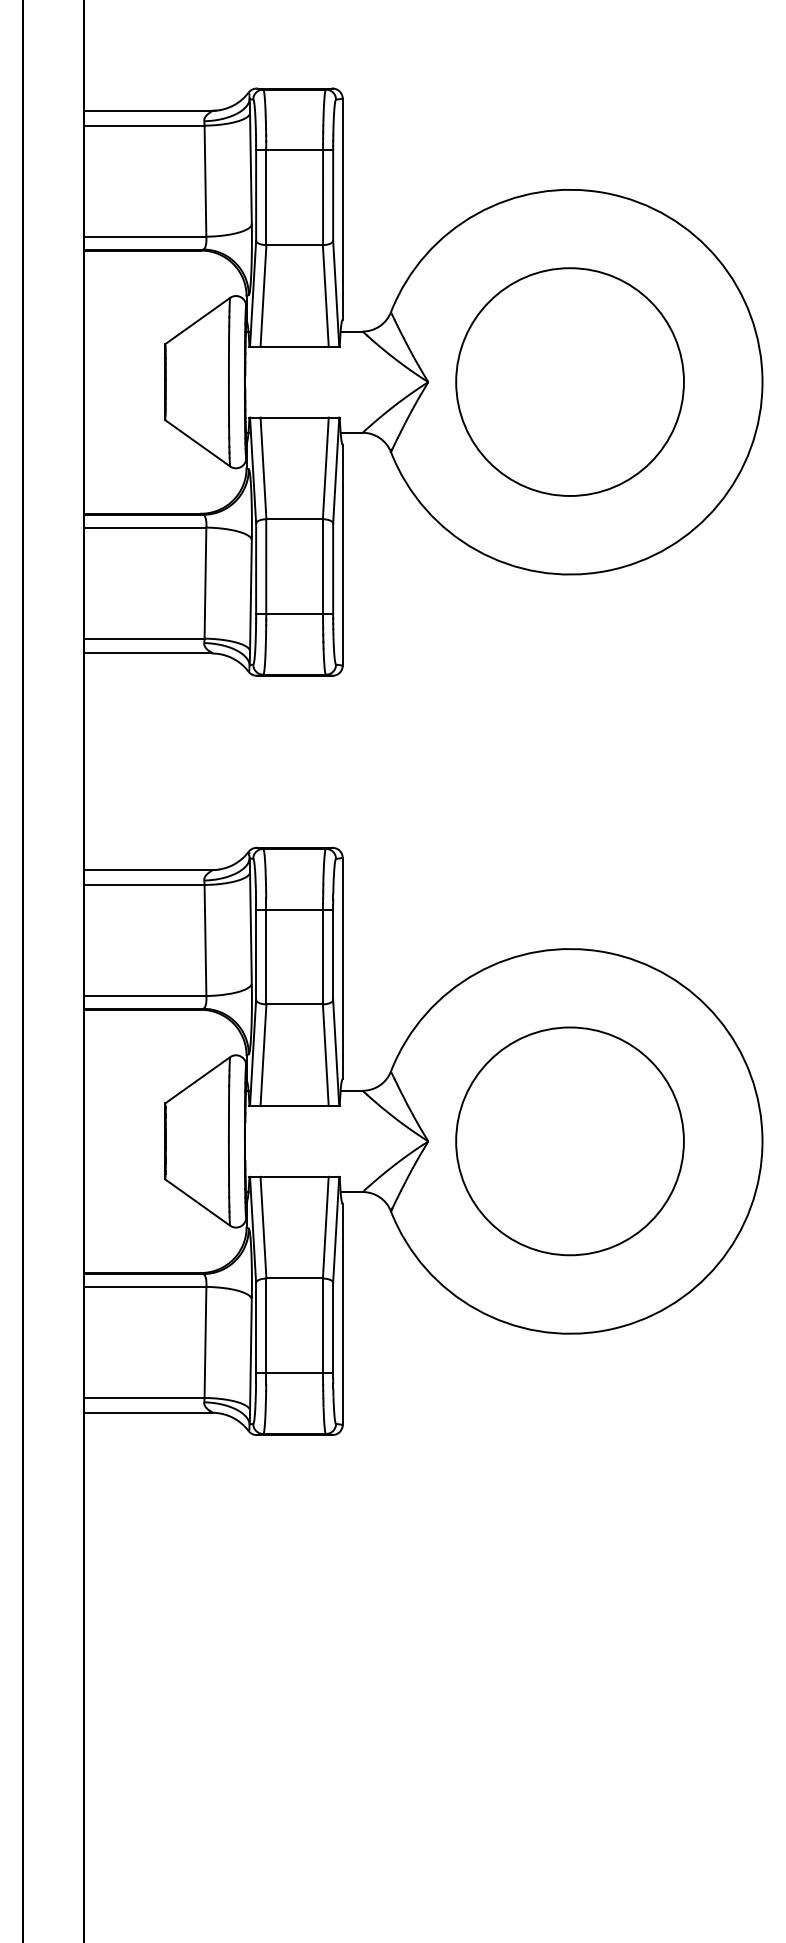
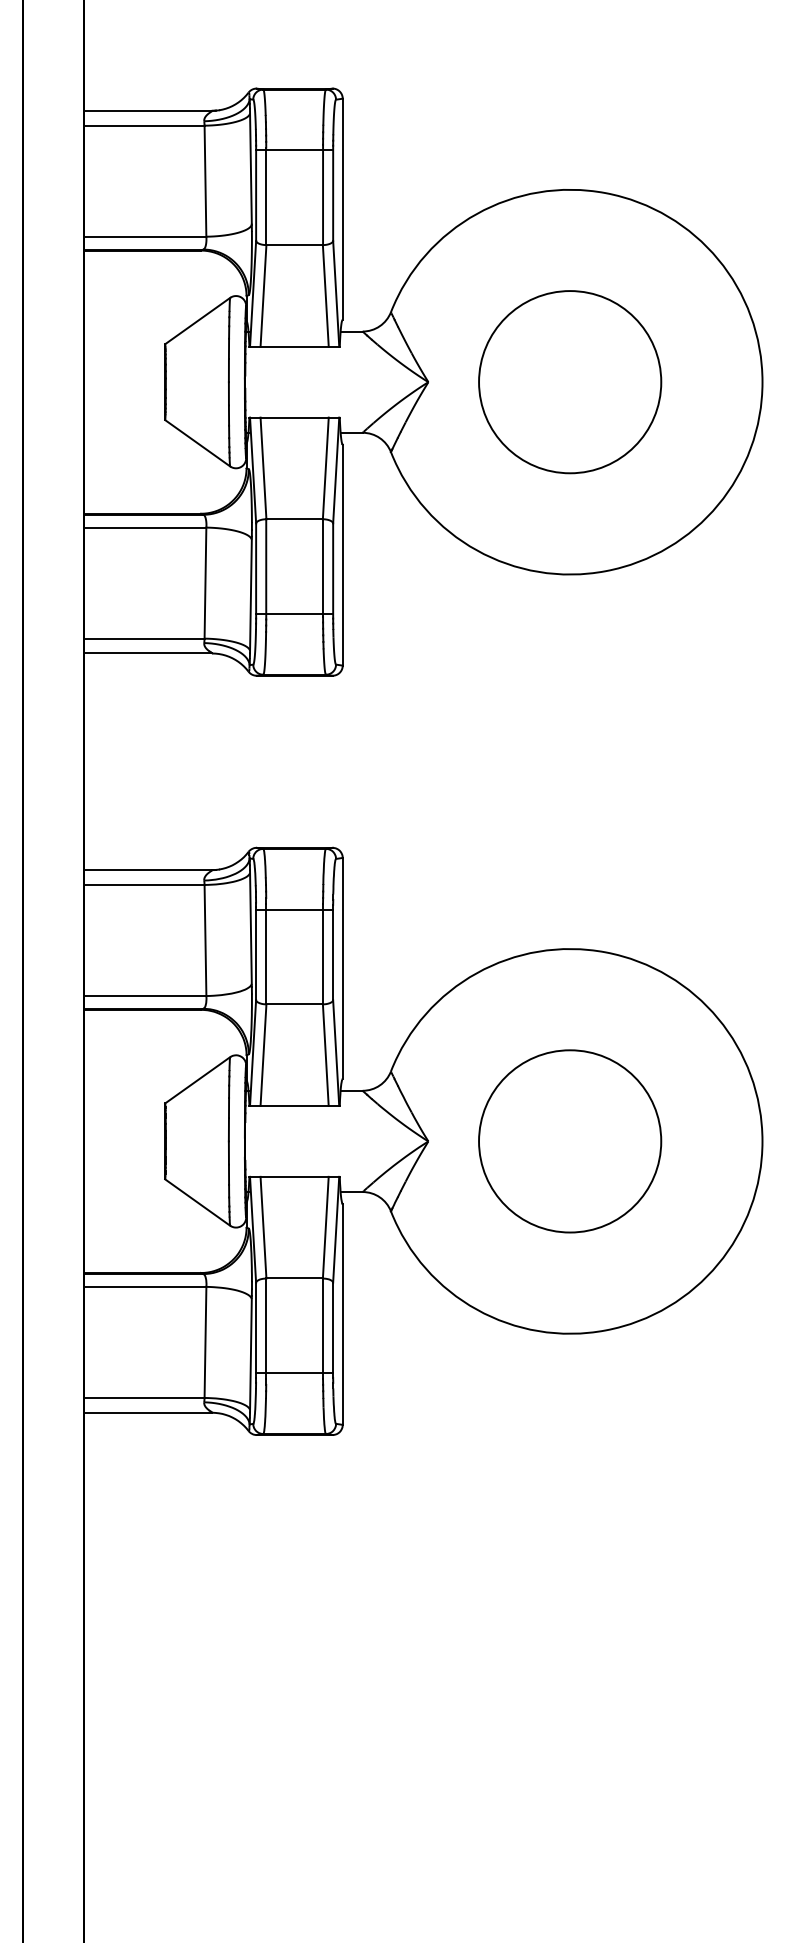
circle at (569, 381) size: 230x230 px -> 185x185 px
circle at (569, 1141) size: 230x231 px -> 185x185 px
